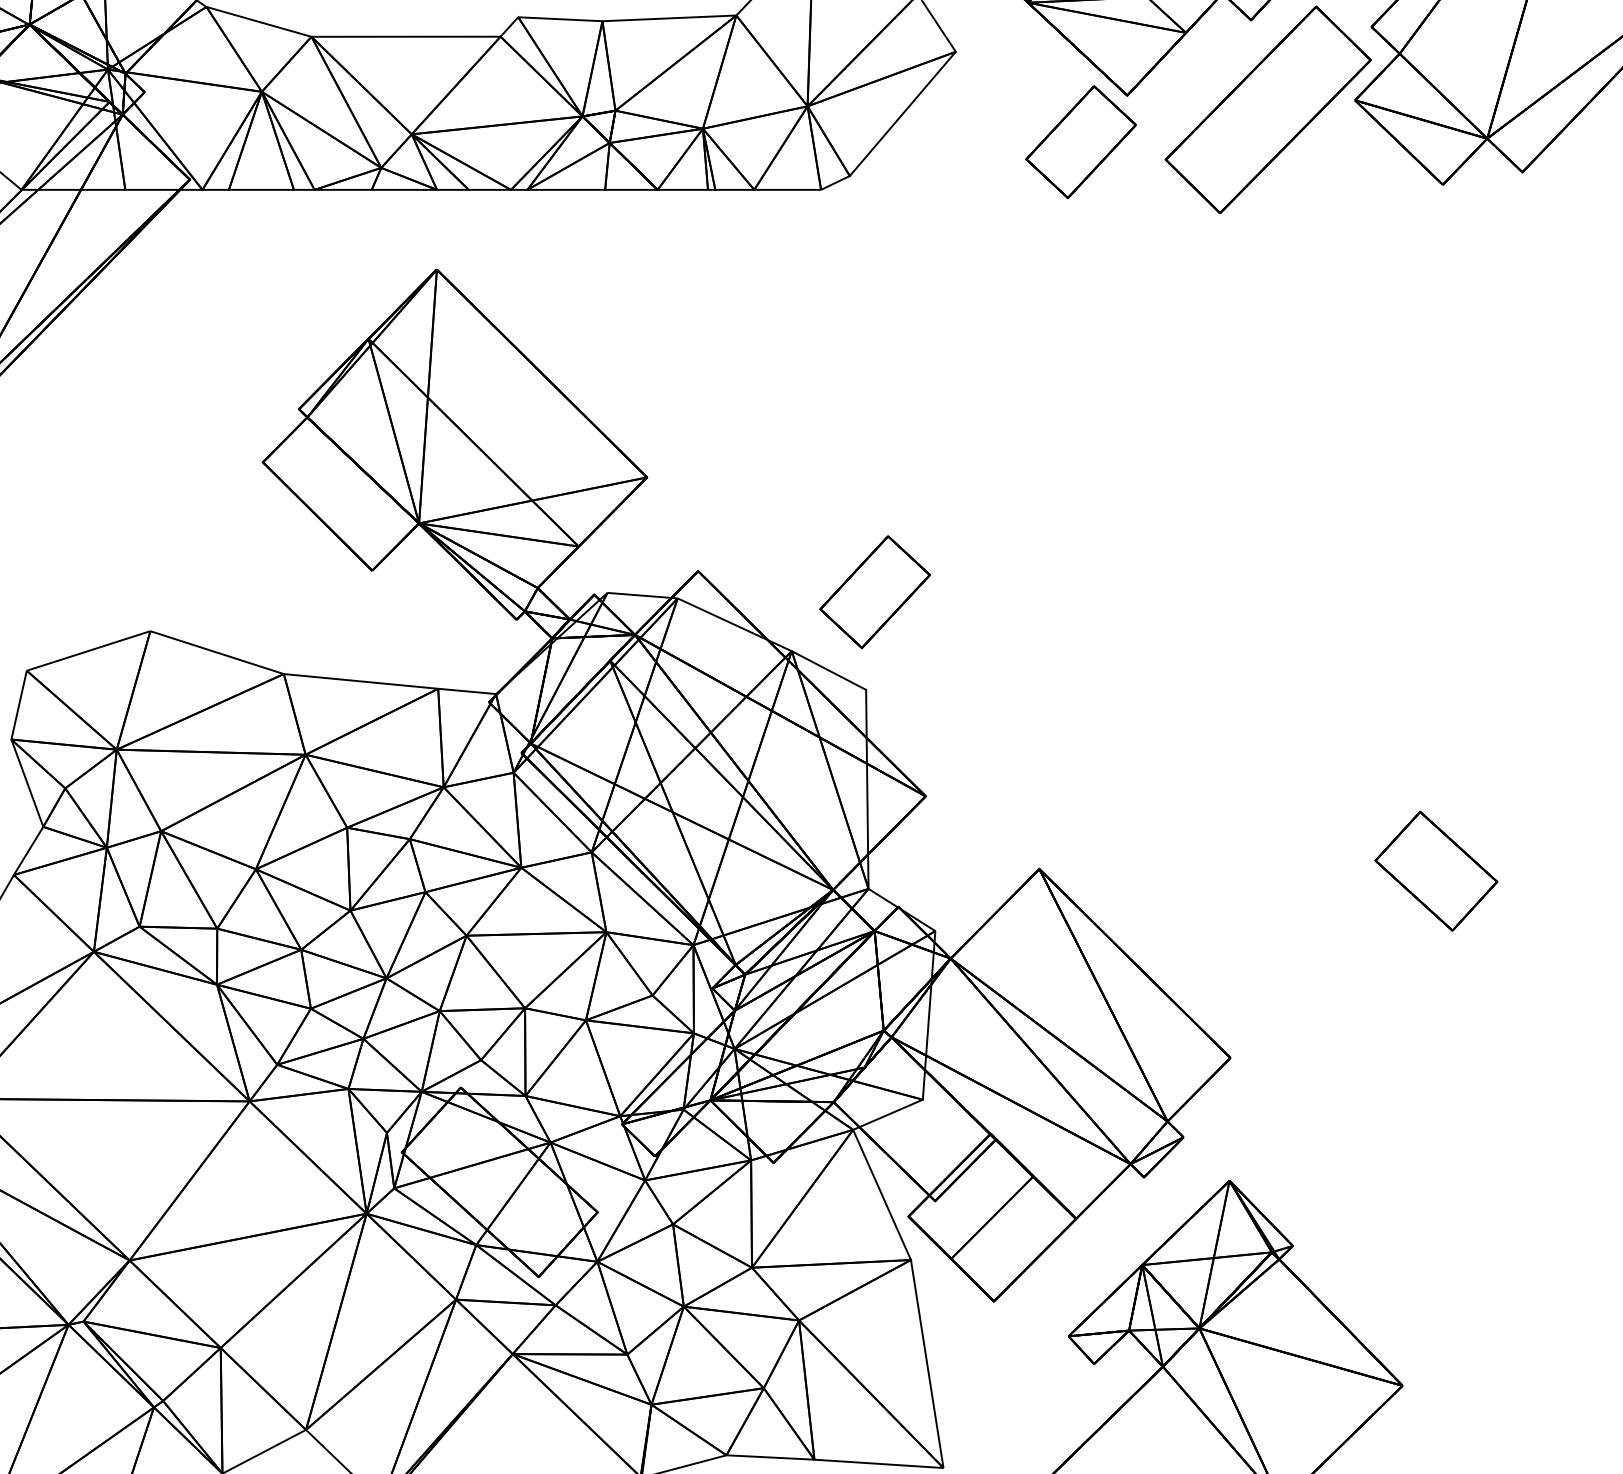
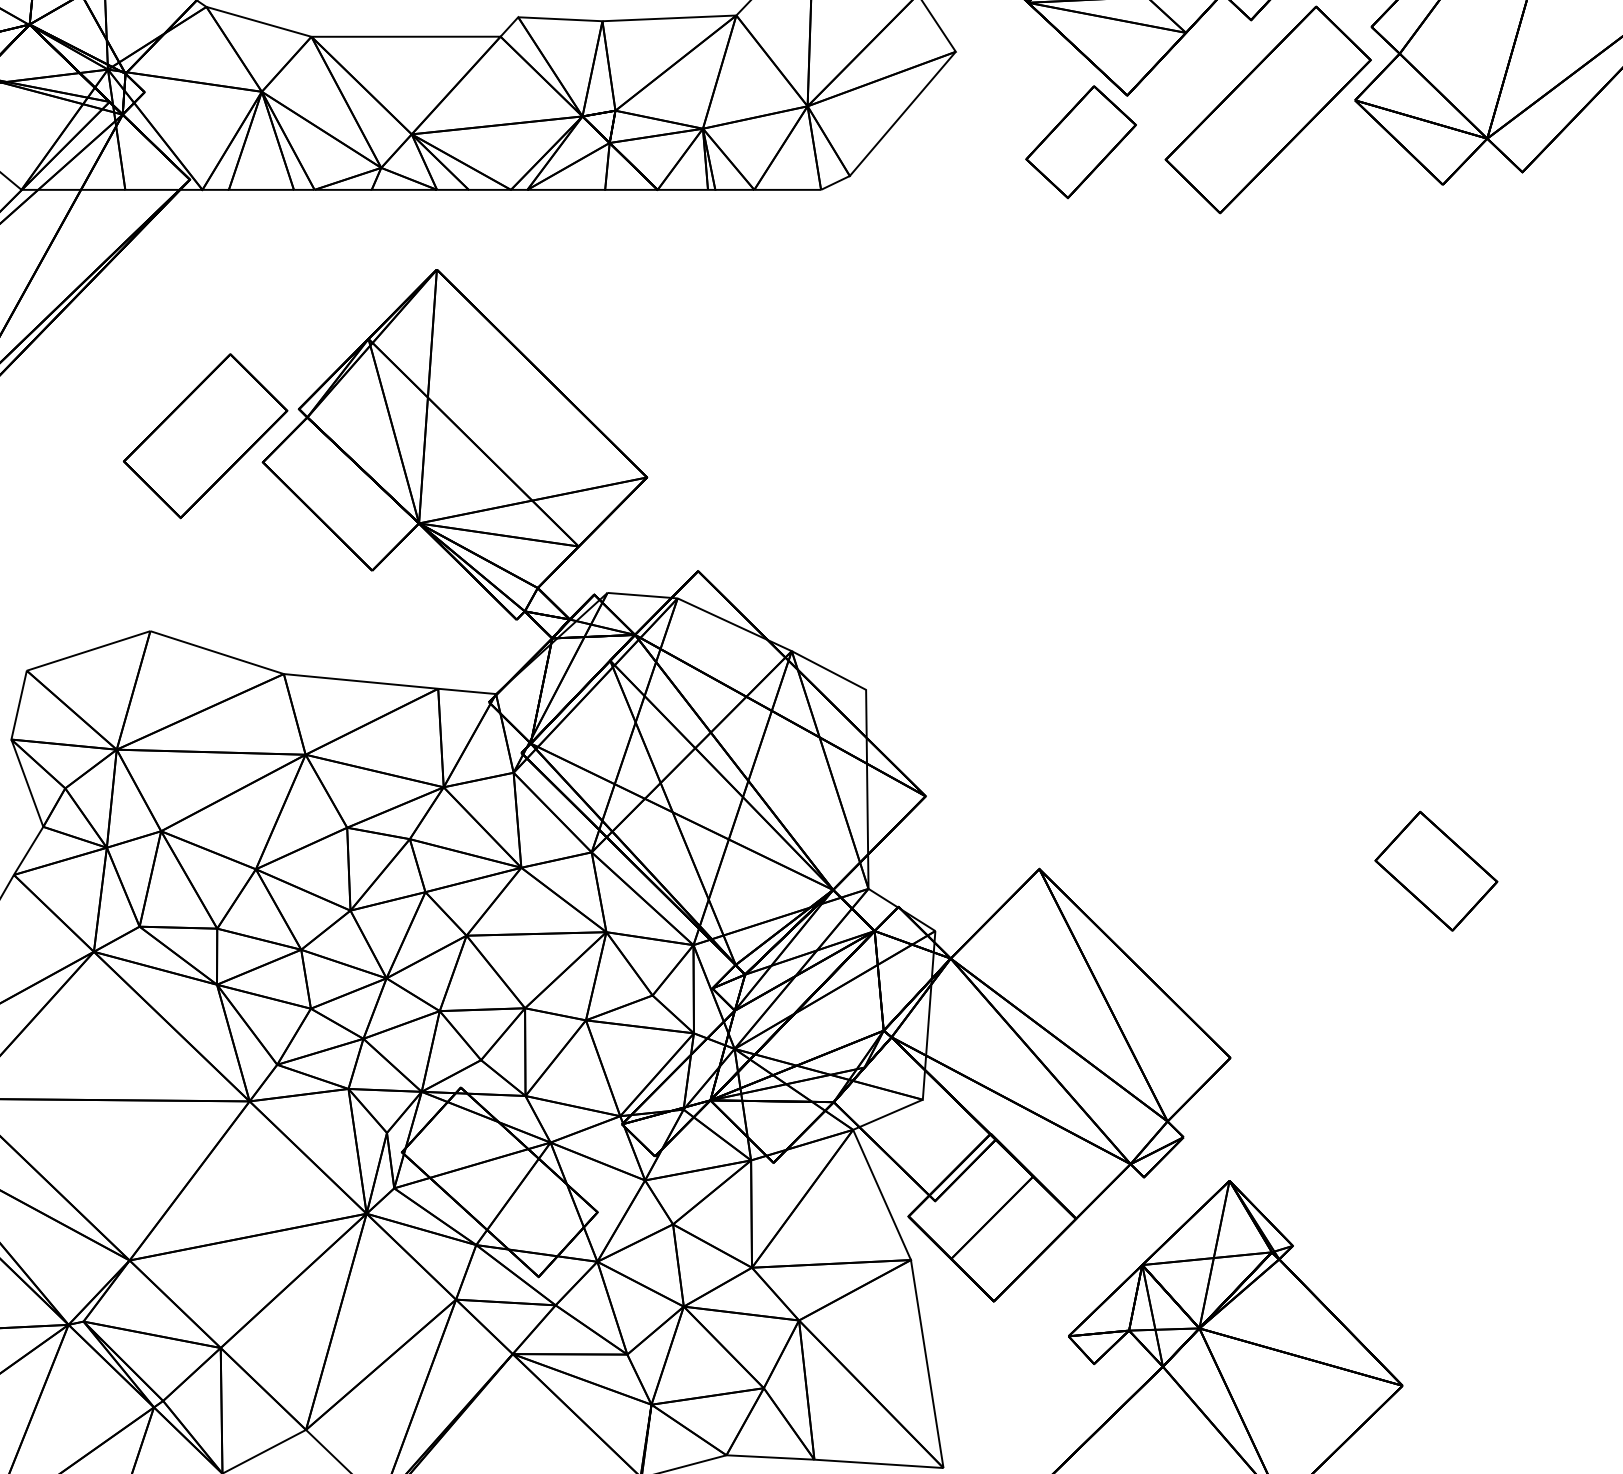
part at (205, 436): none -> present
part at (874, 592): present -> none
